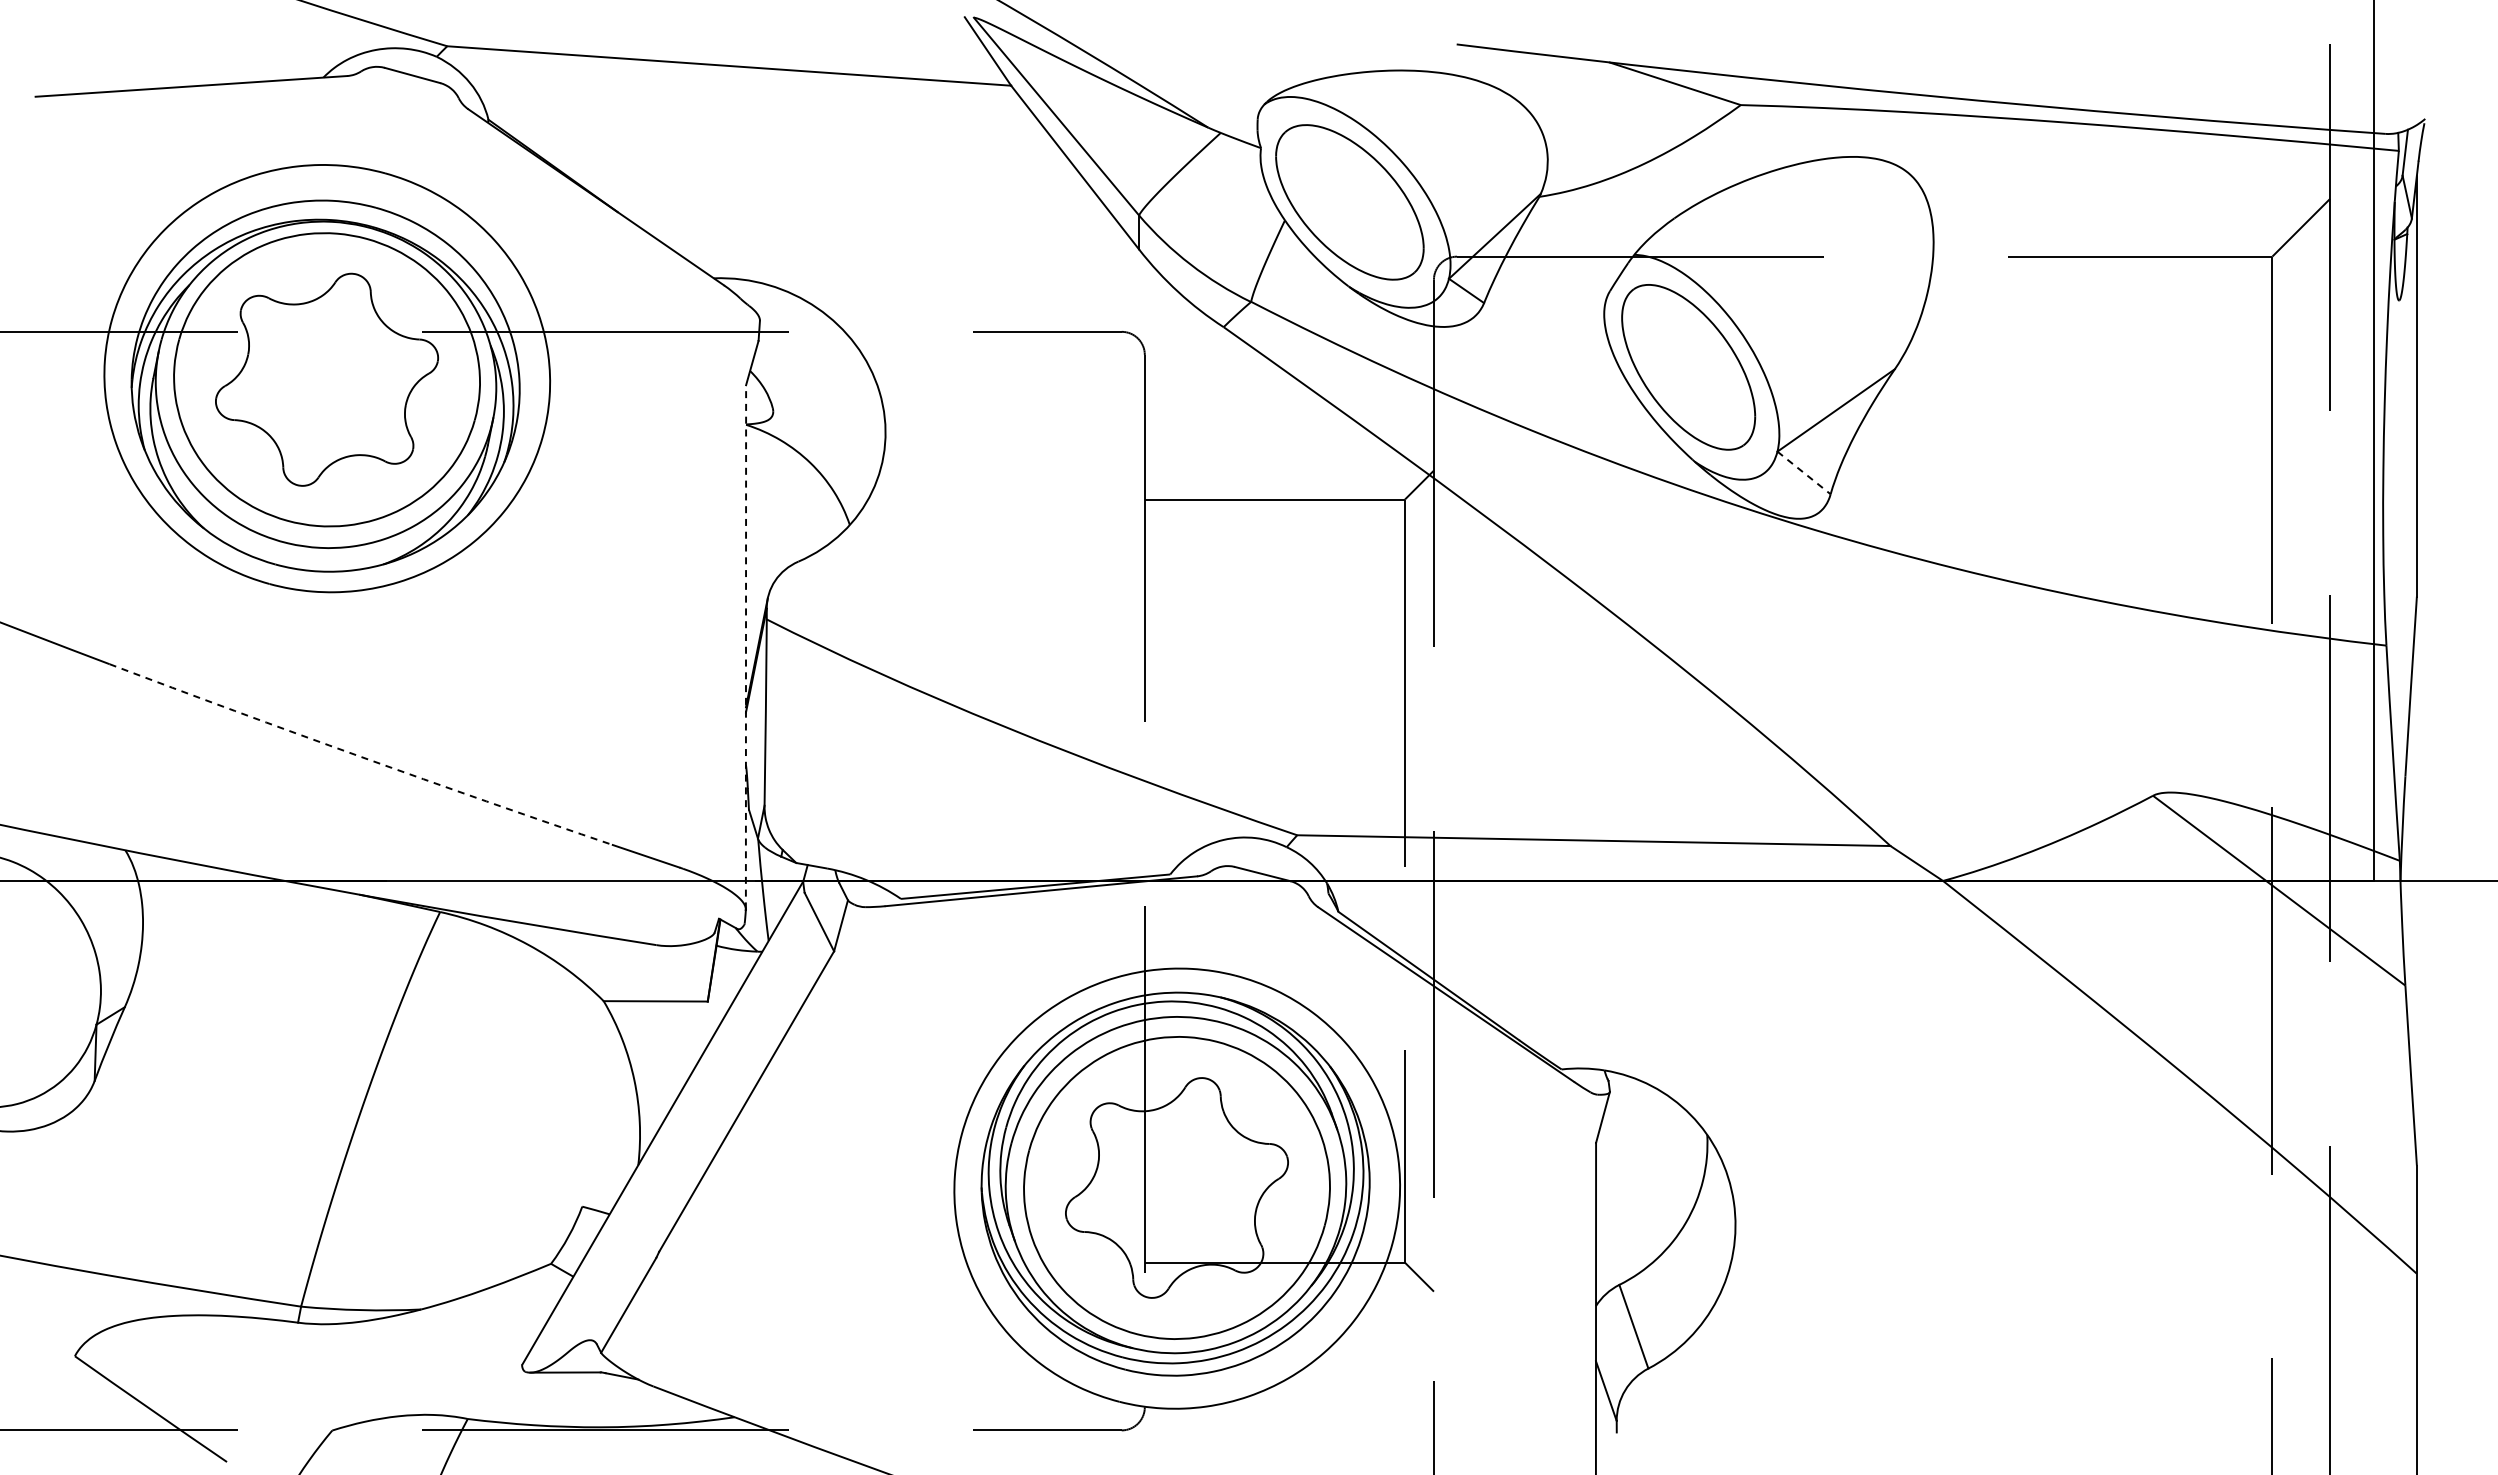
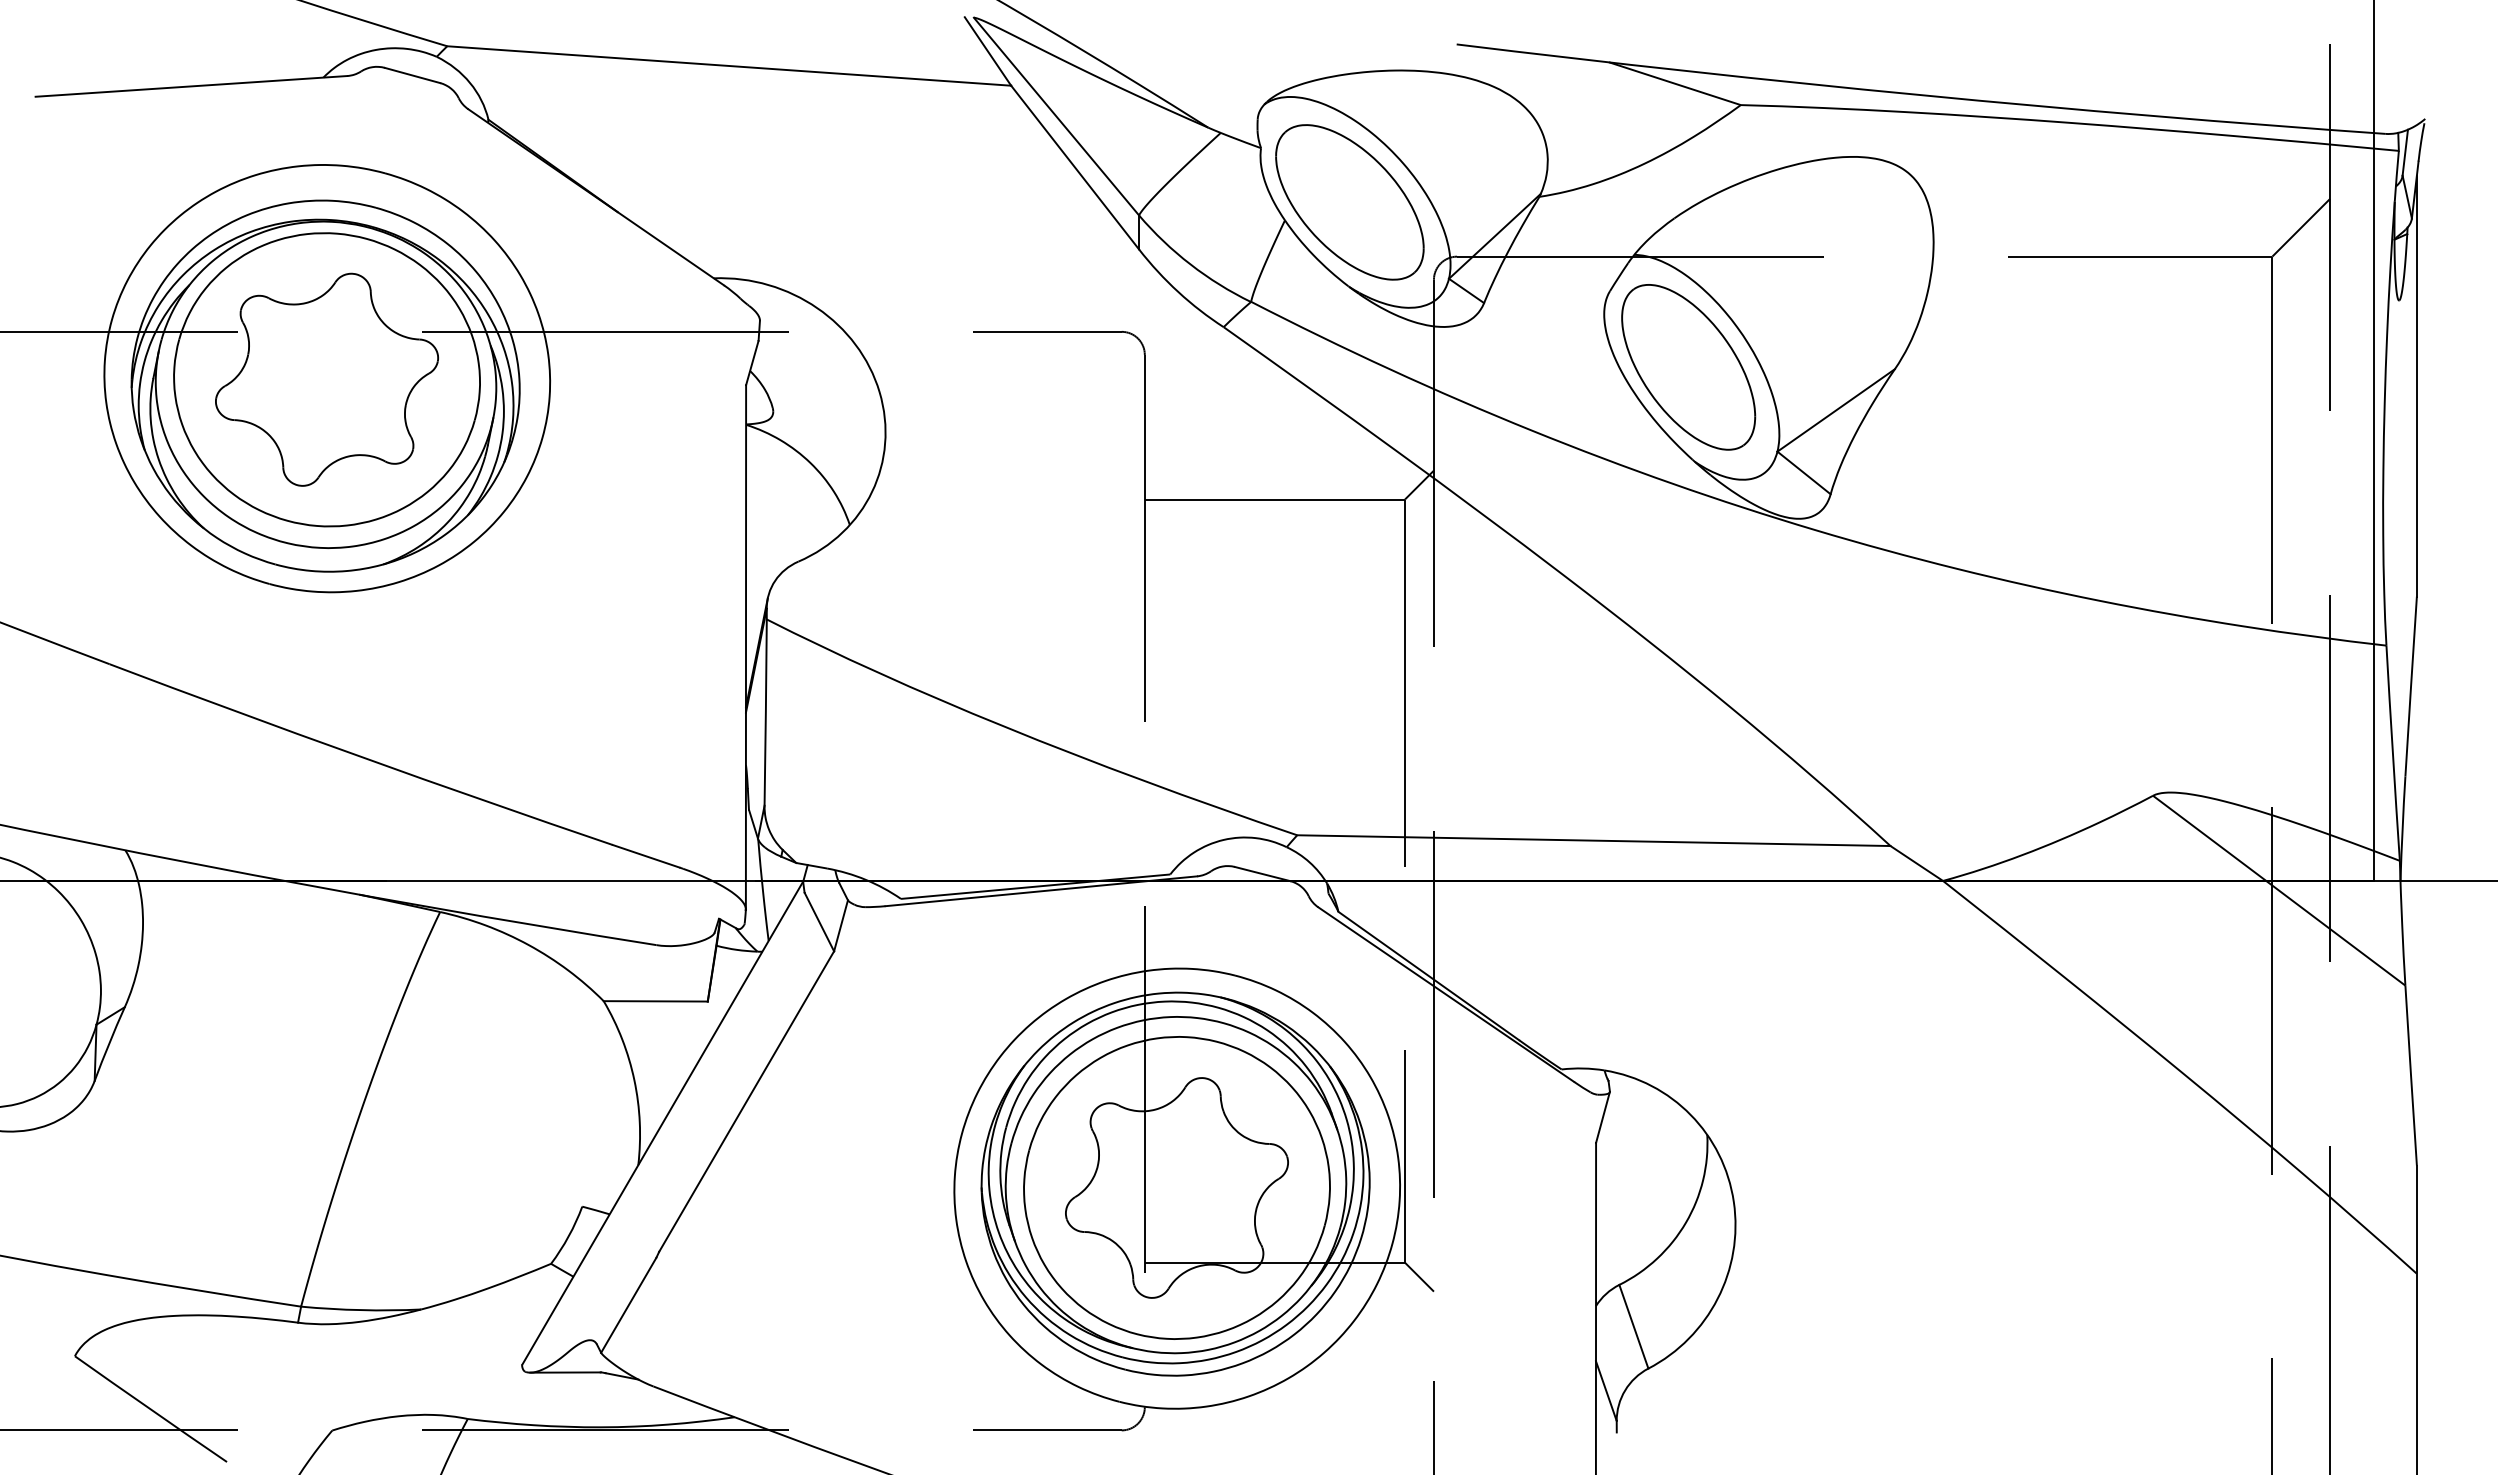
line at (1804, 473): dashed -> solid
line at (746, 646): dashed -> solid
arc at (360, 756): dashed -> solid
